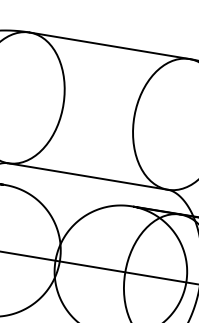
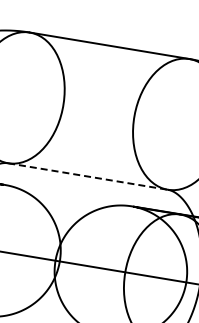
line at (88, 176): solid -> dashed
